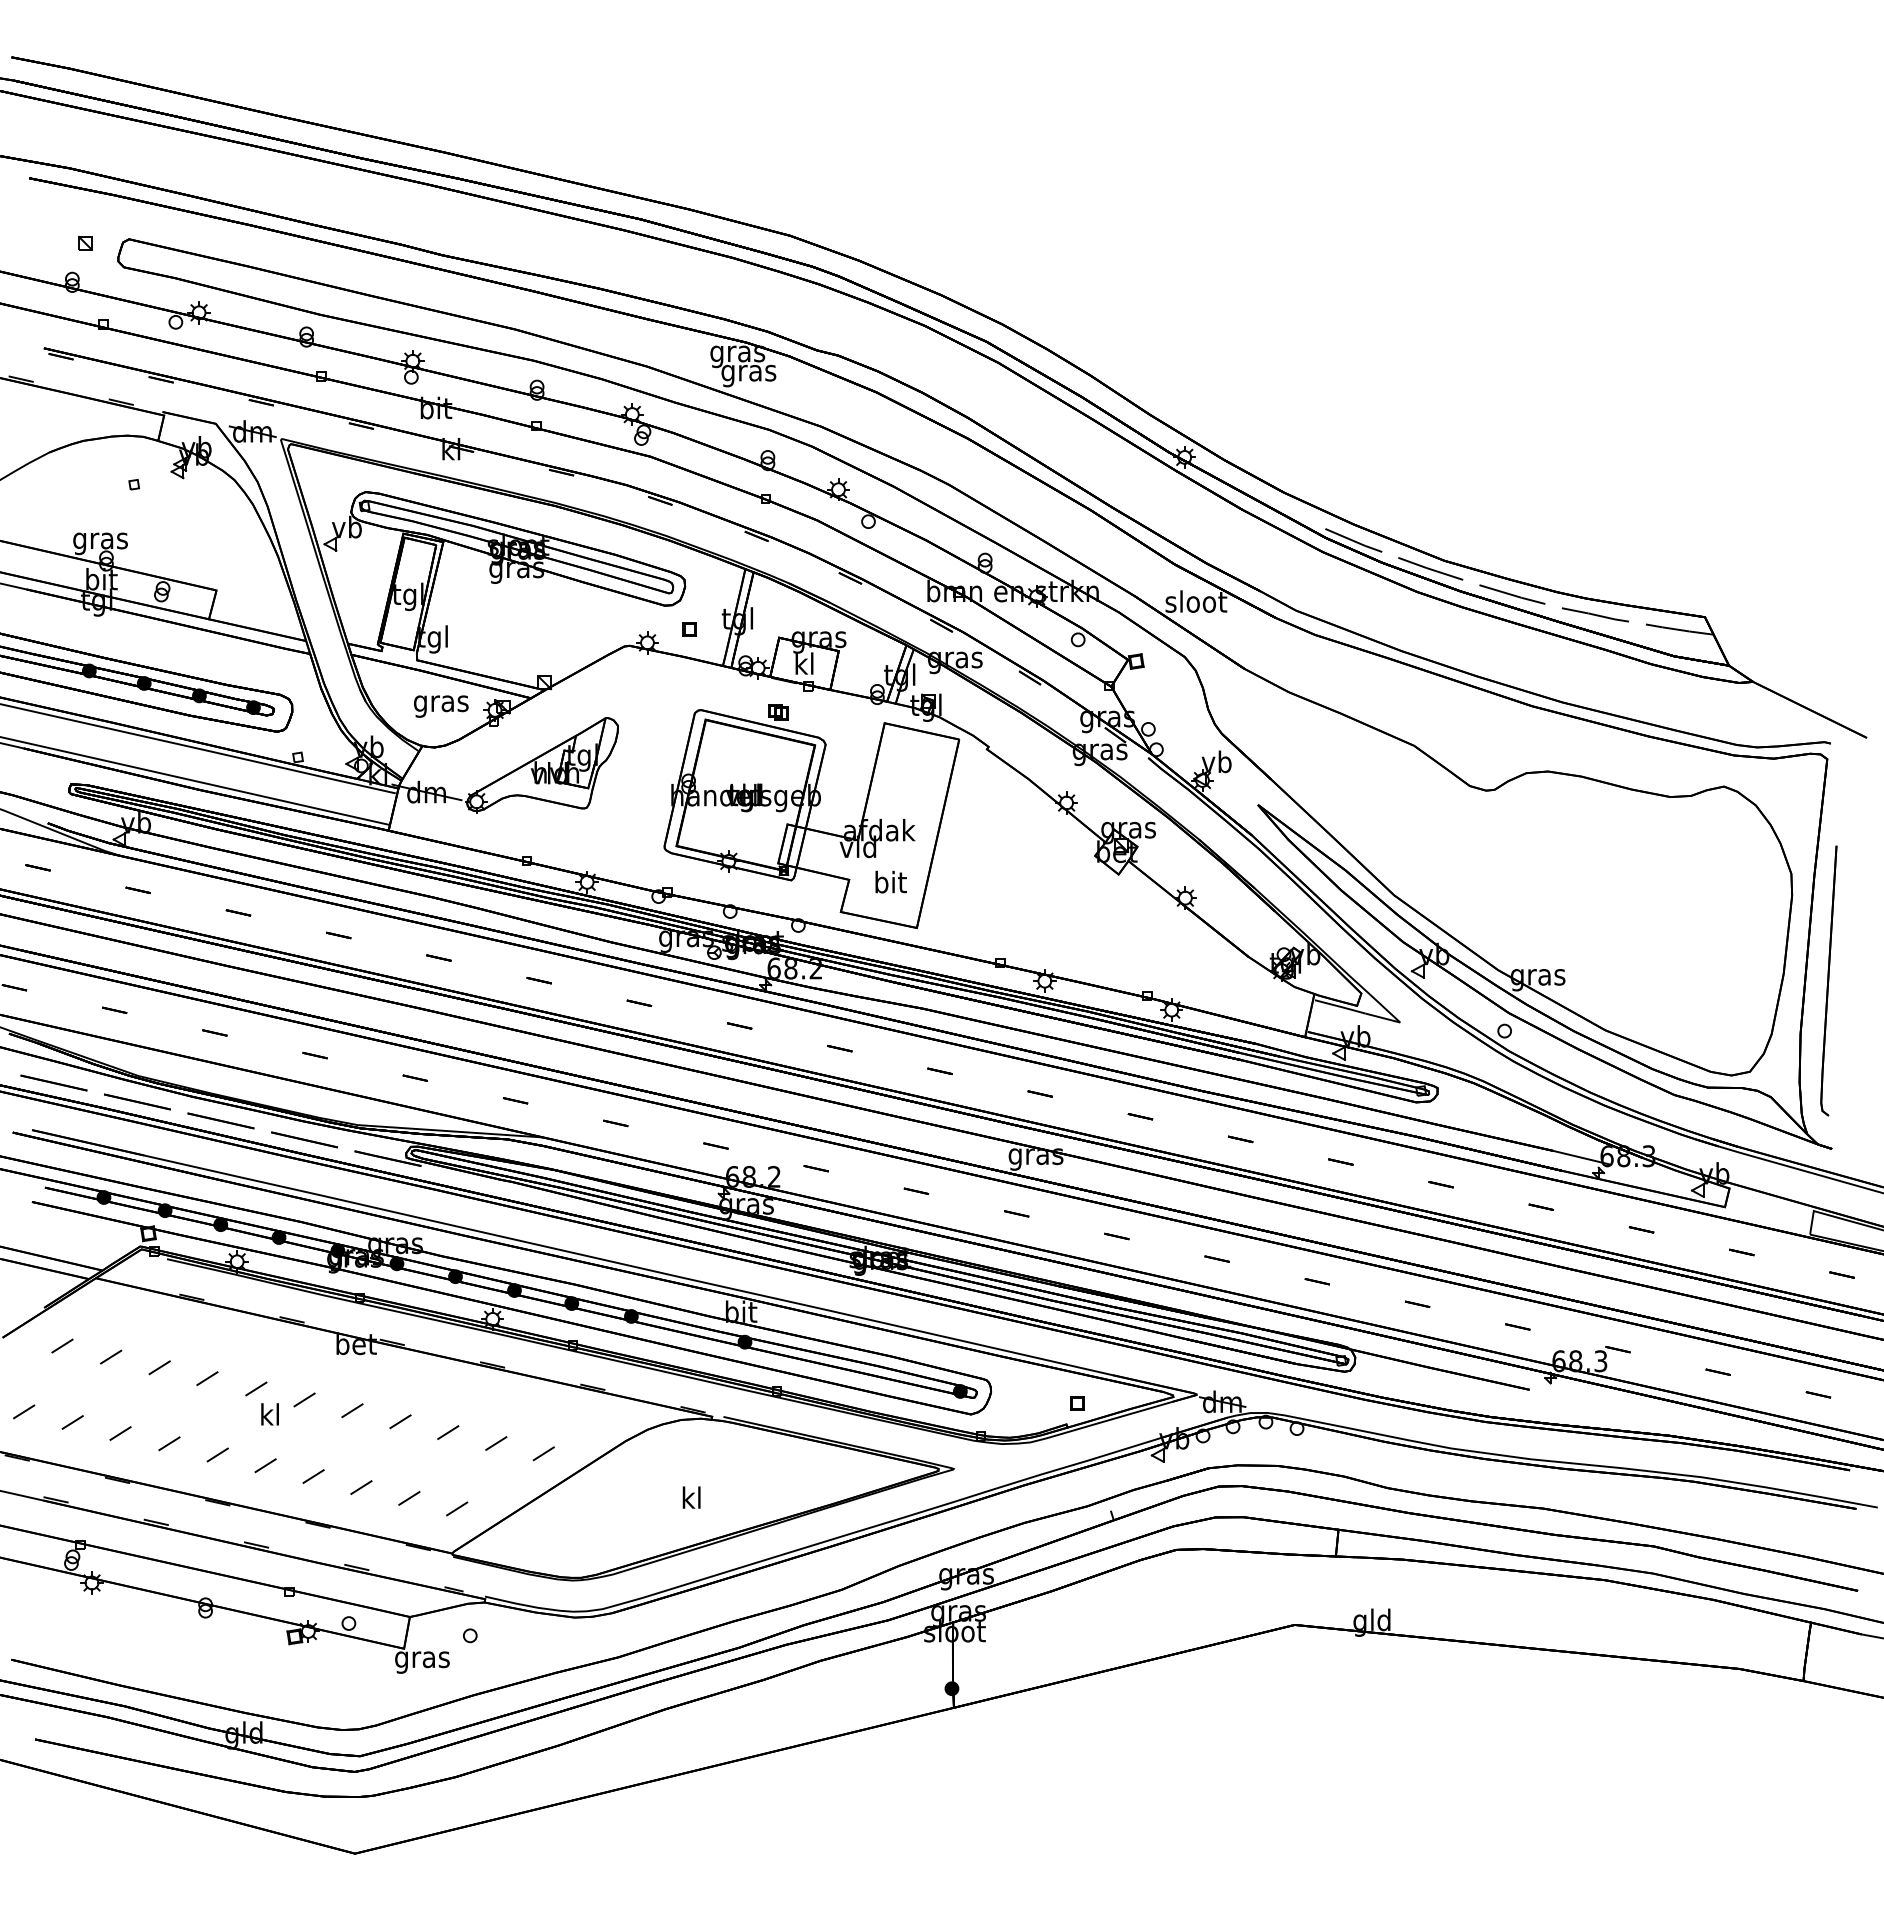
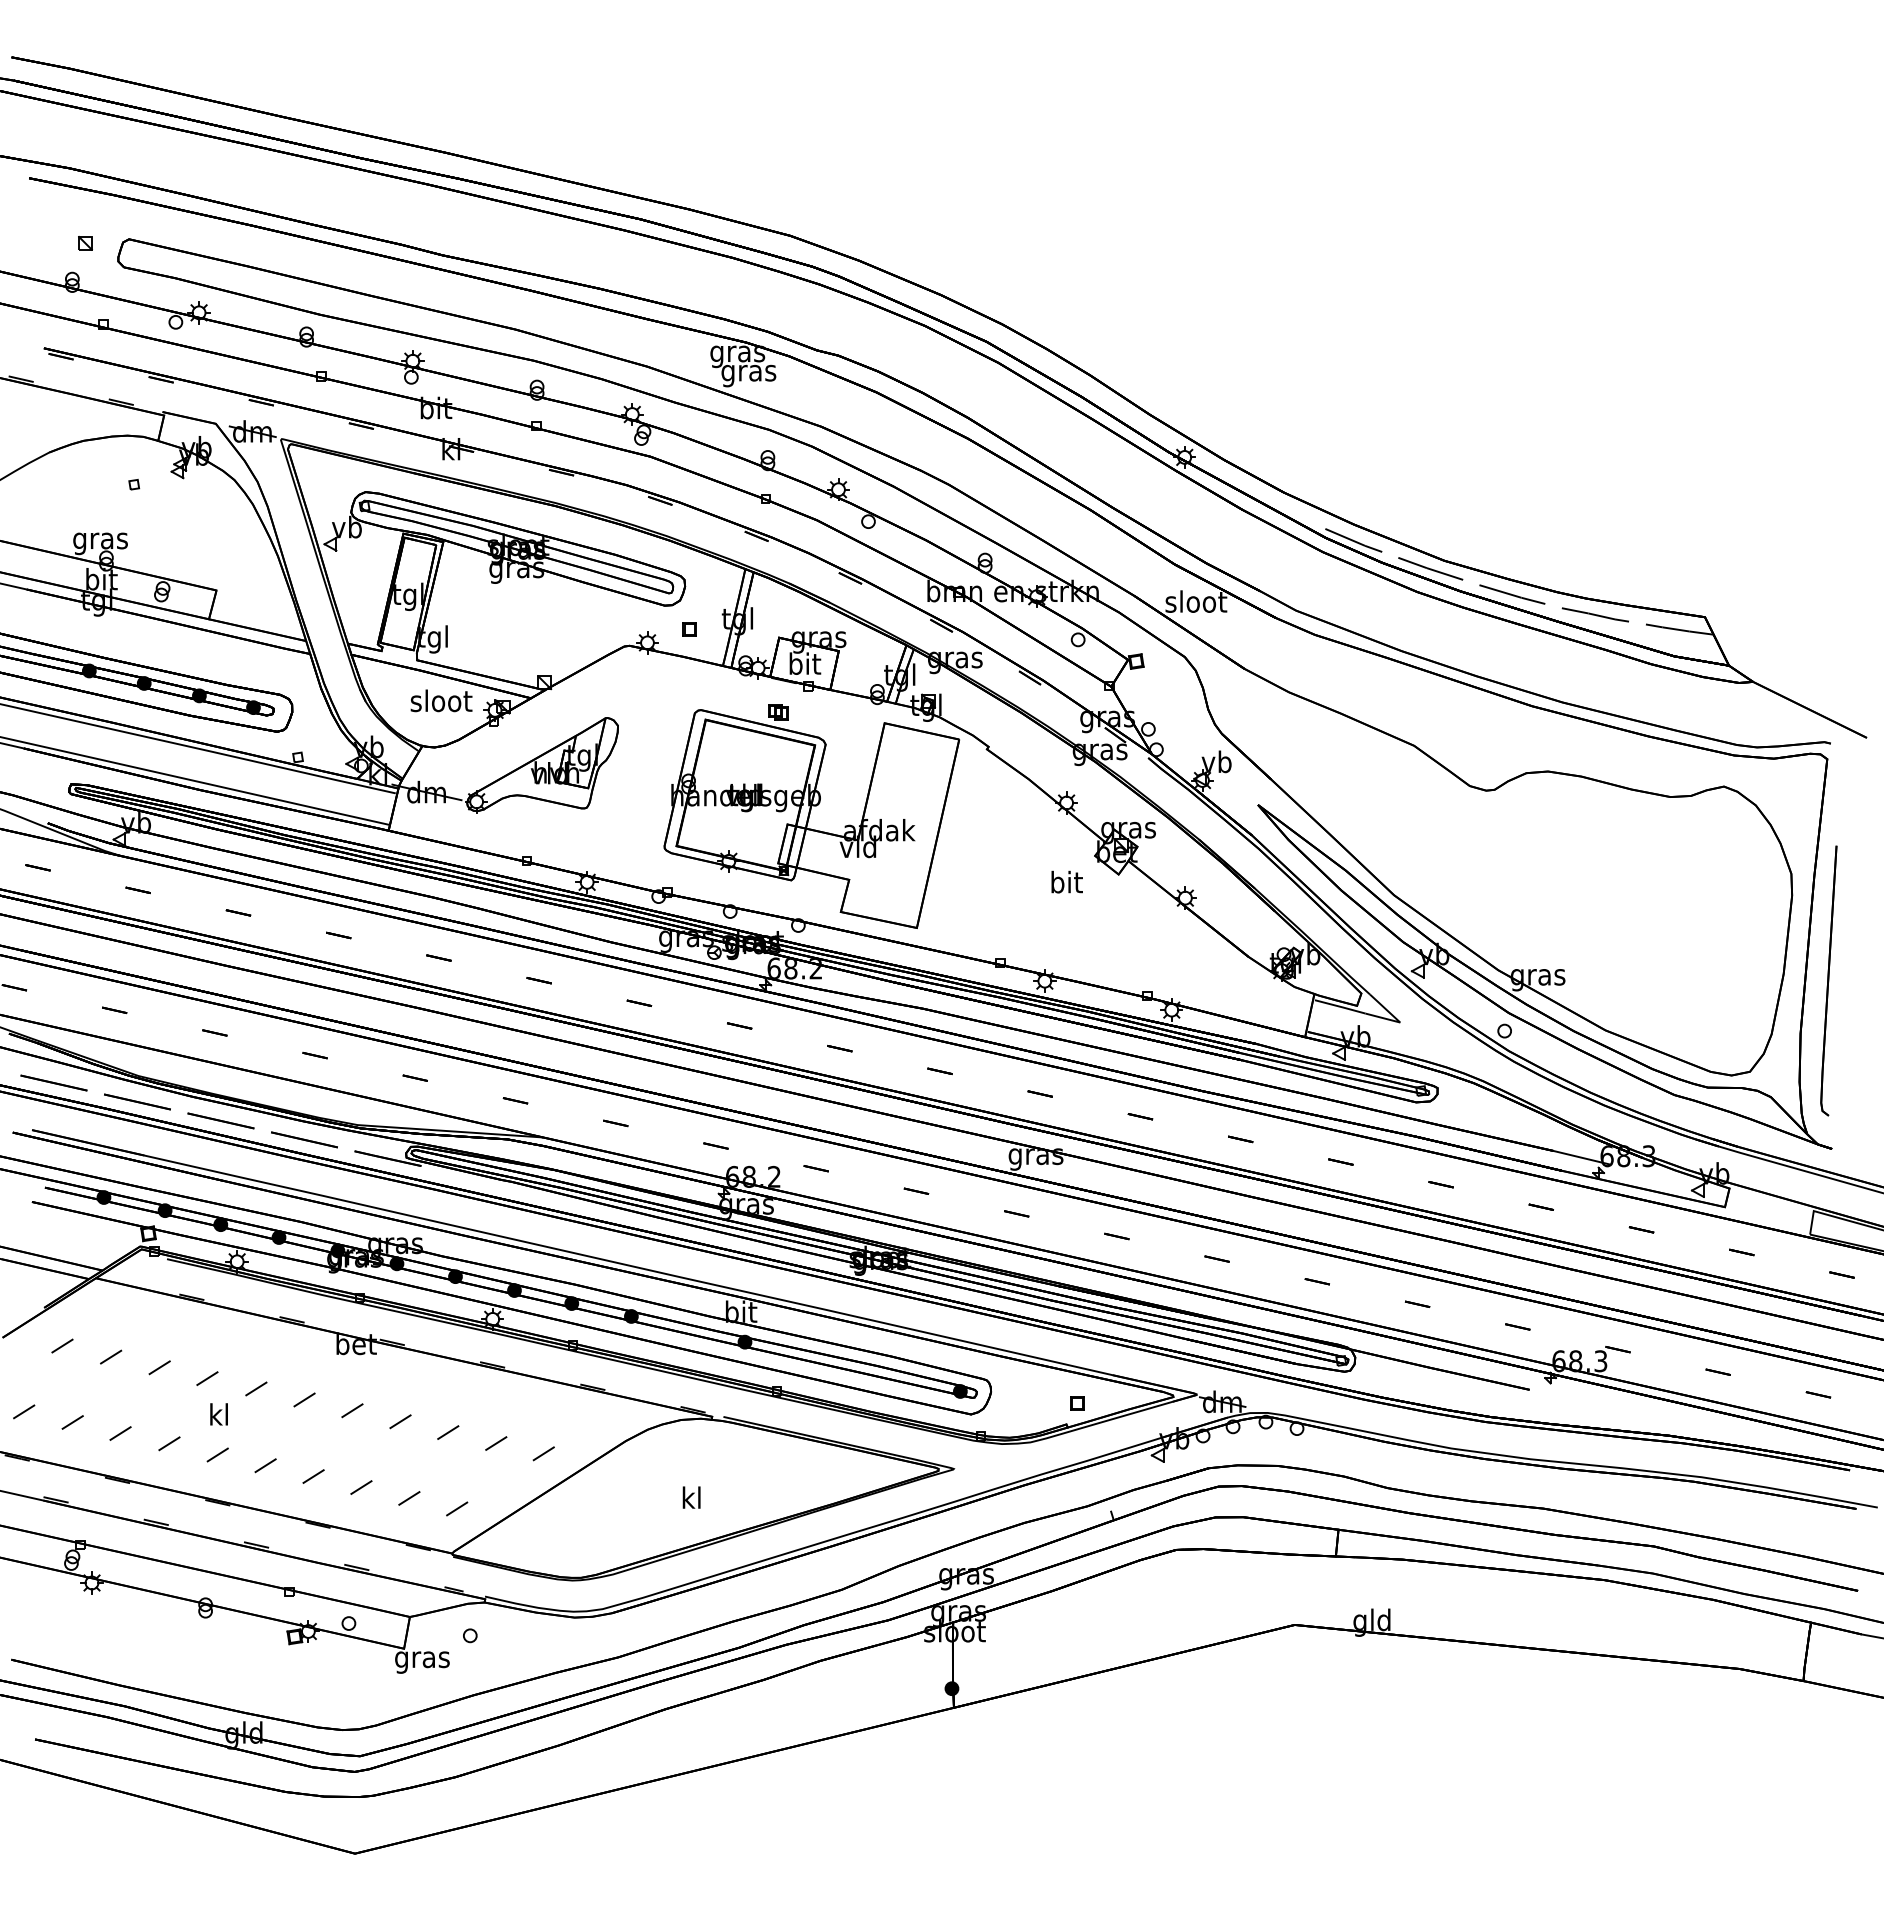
text at (805, 663): kl -> bit
text at (441, 703): gras -> sloot
text at (890, 881) position: (890, 881) -> (1066, 881)
text at (269, 1414) position: (269, 1414) -> (218, 1414)
